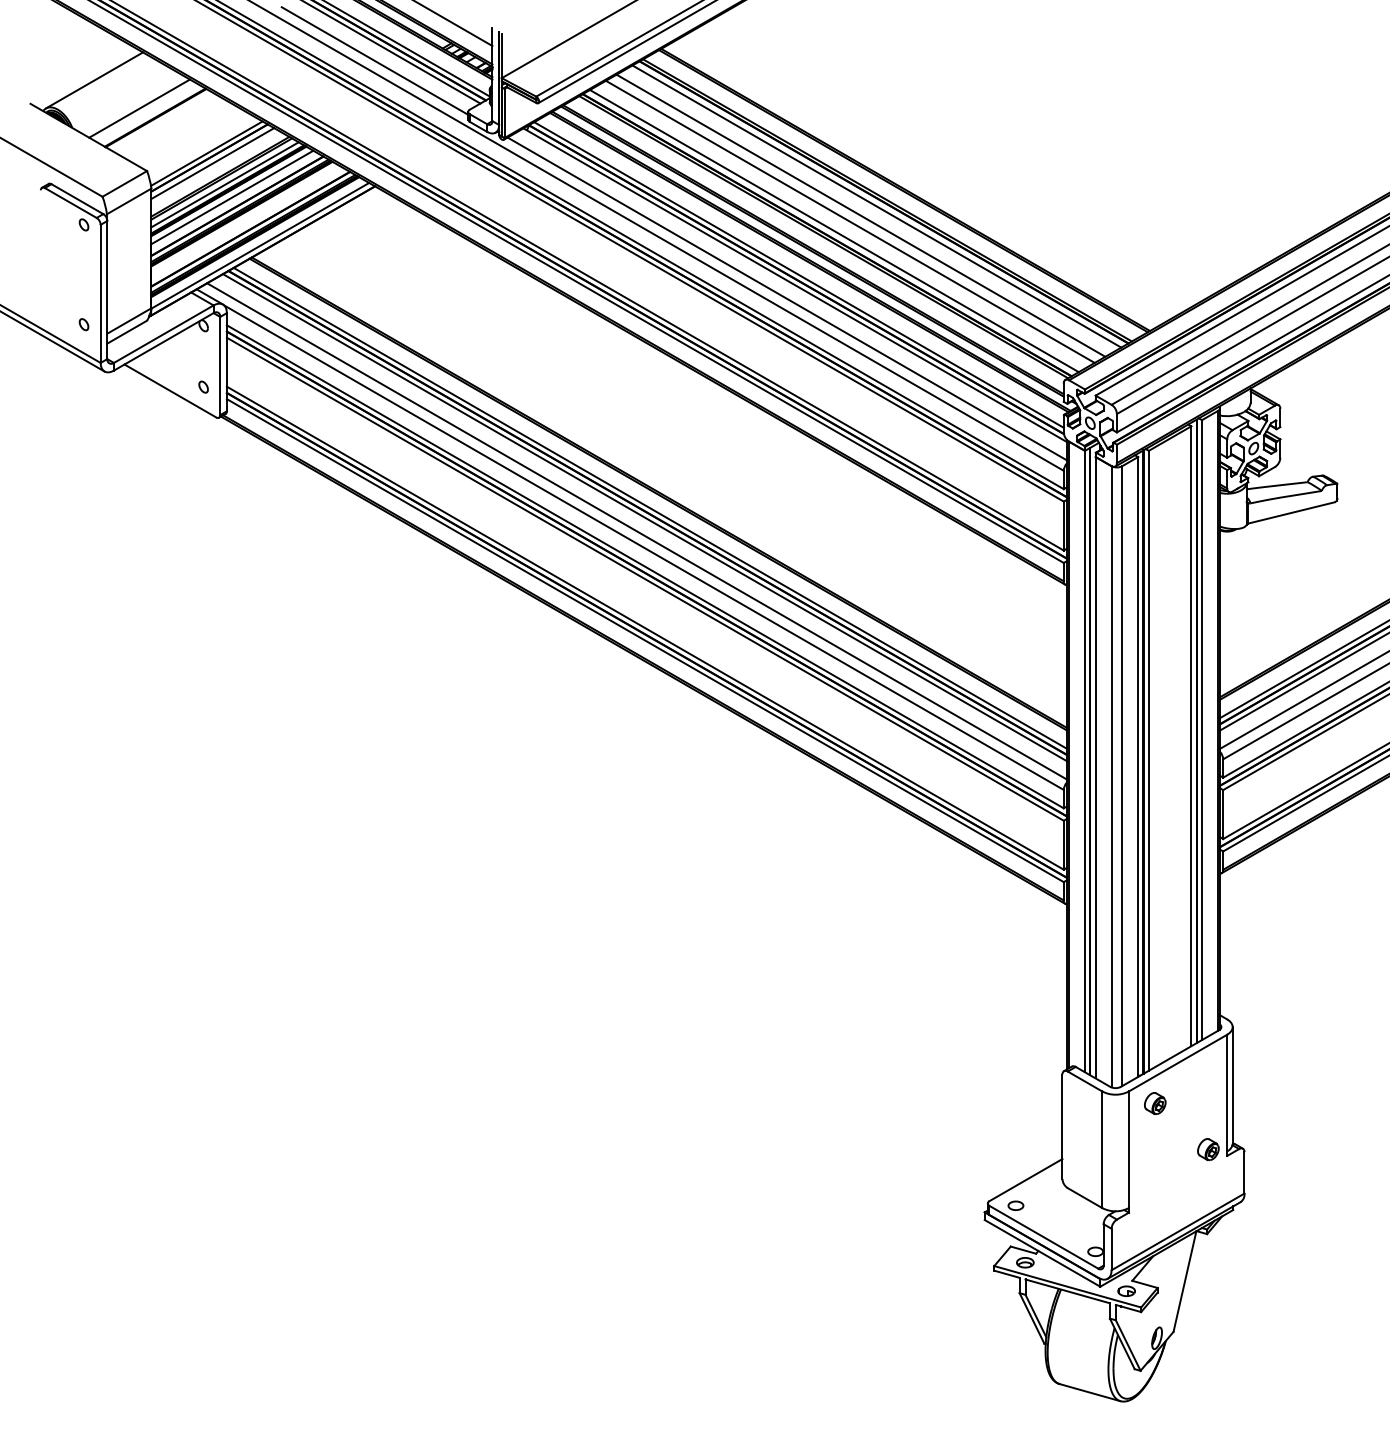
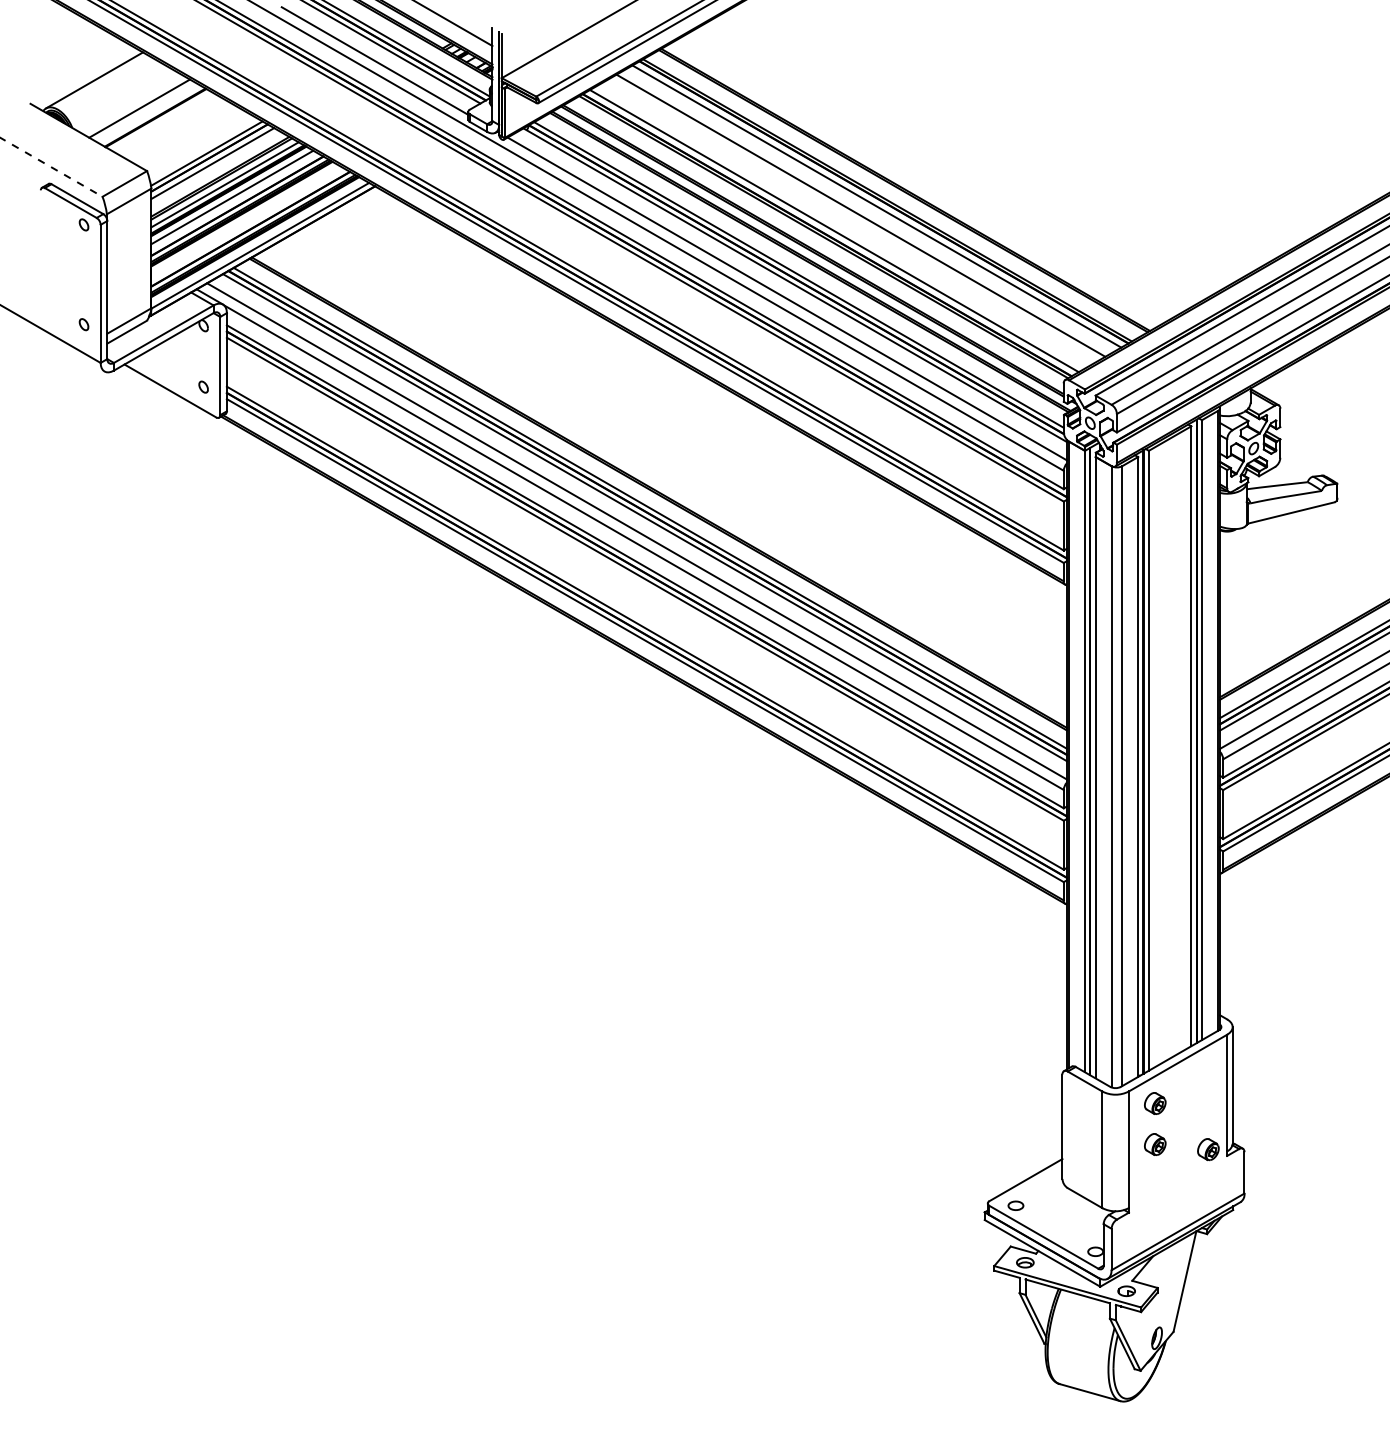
line at (51, 167): solid -> dashed
line at (849, 221): present -> none
line at (53, 341): present -> none
part at (1155, 1144): none -> present
